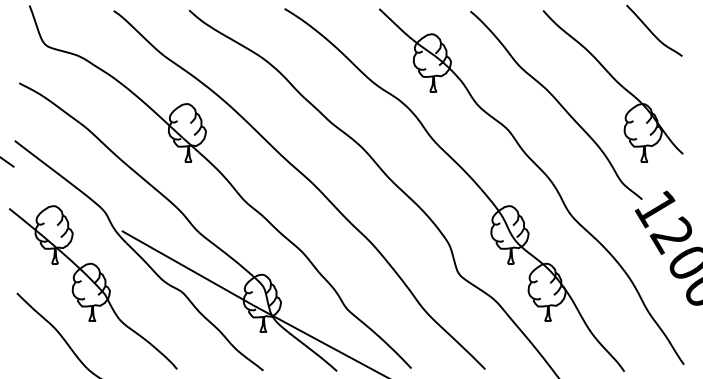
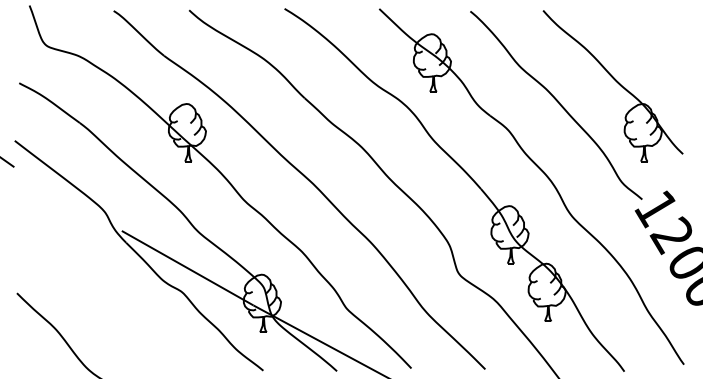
curve at (652, 32): present -> none
part at (92, 287): present -> none
